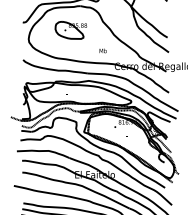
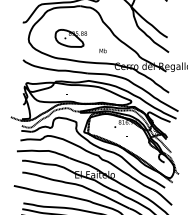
part at (70, 30) position: (70, 30) -> (70, 38)
